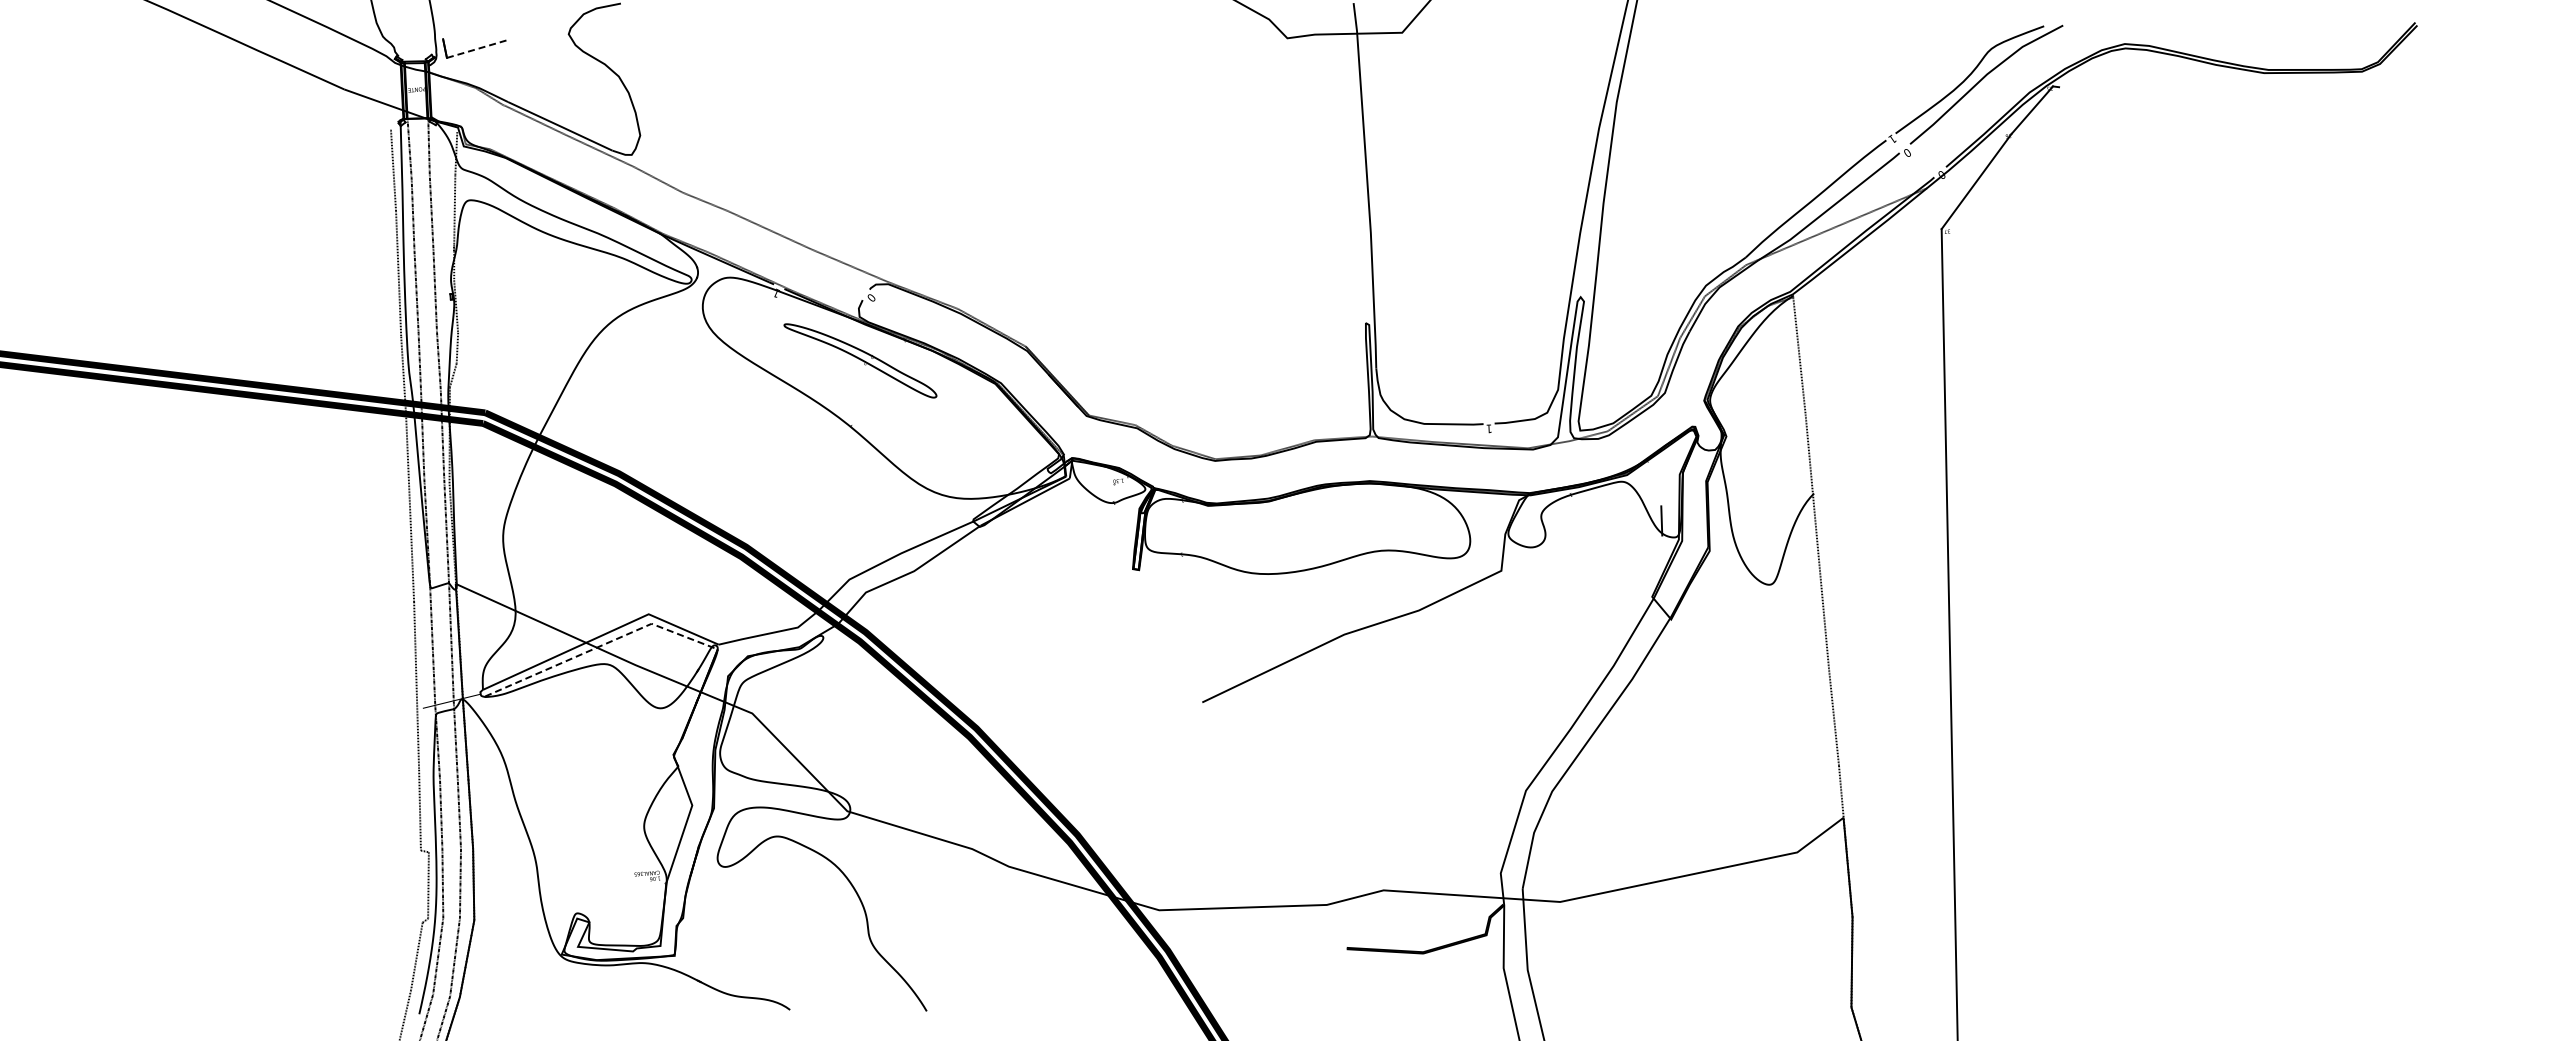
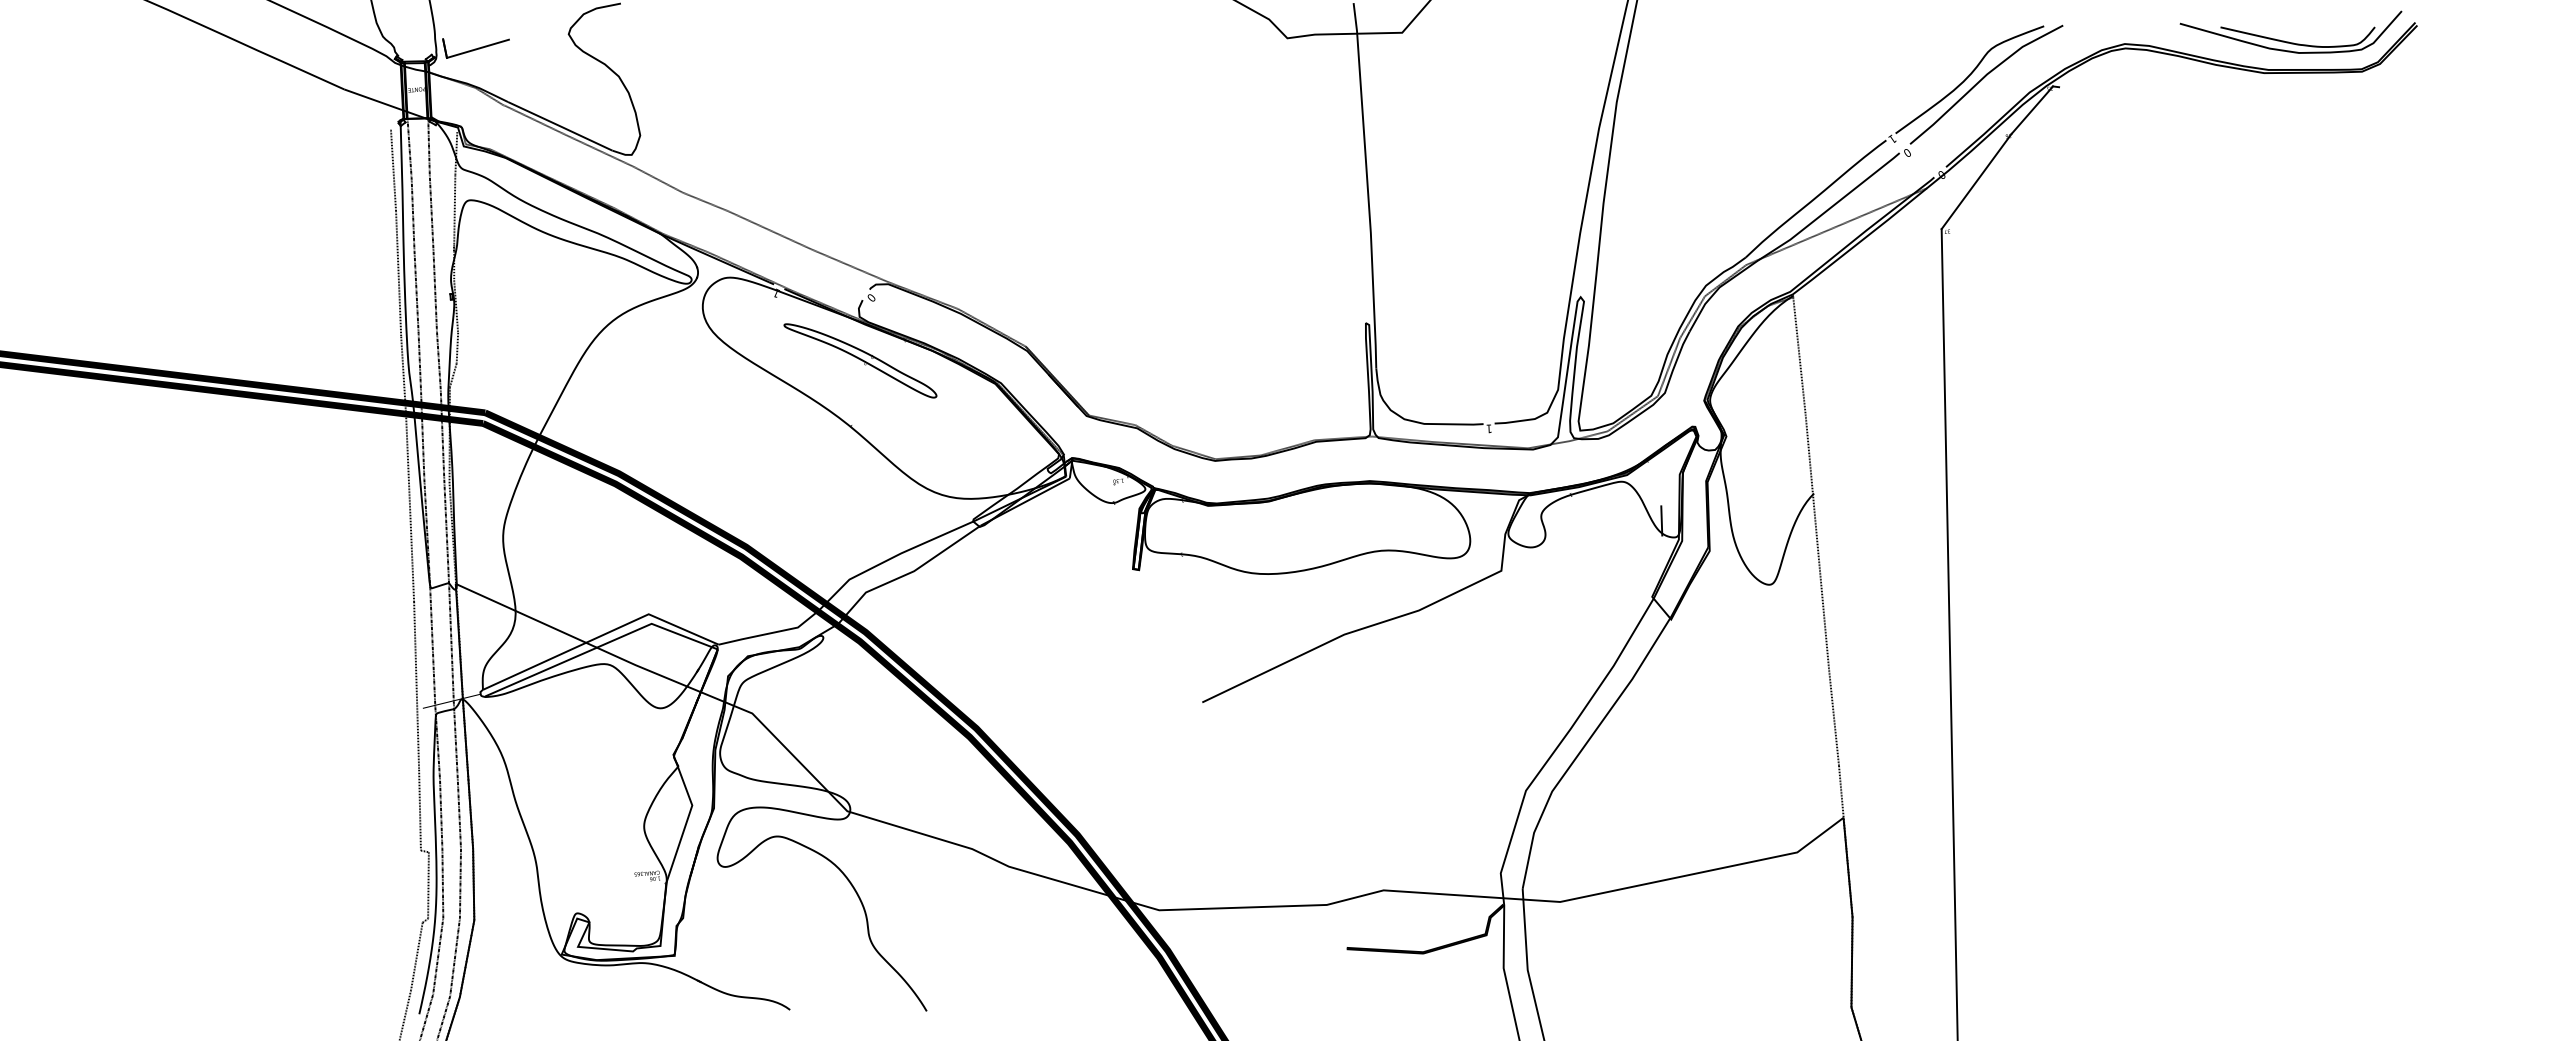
part at (2289, 41): none -> present
line at (478, 48): dashed -> solid
line at (601, 645): dashed -> solid
